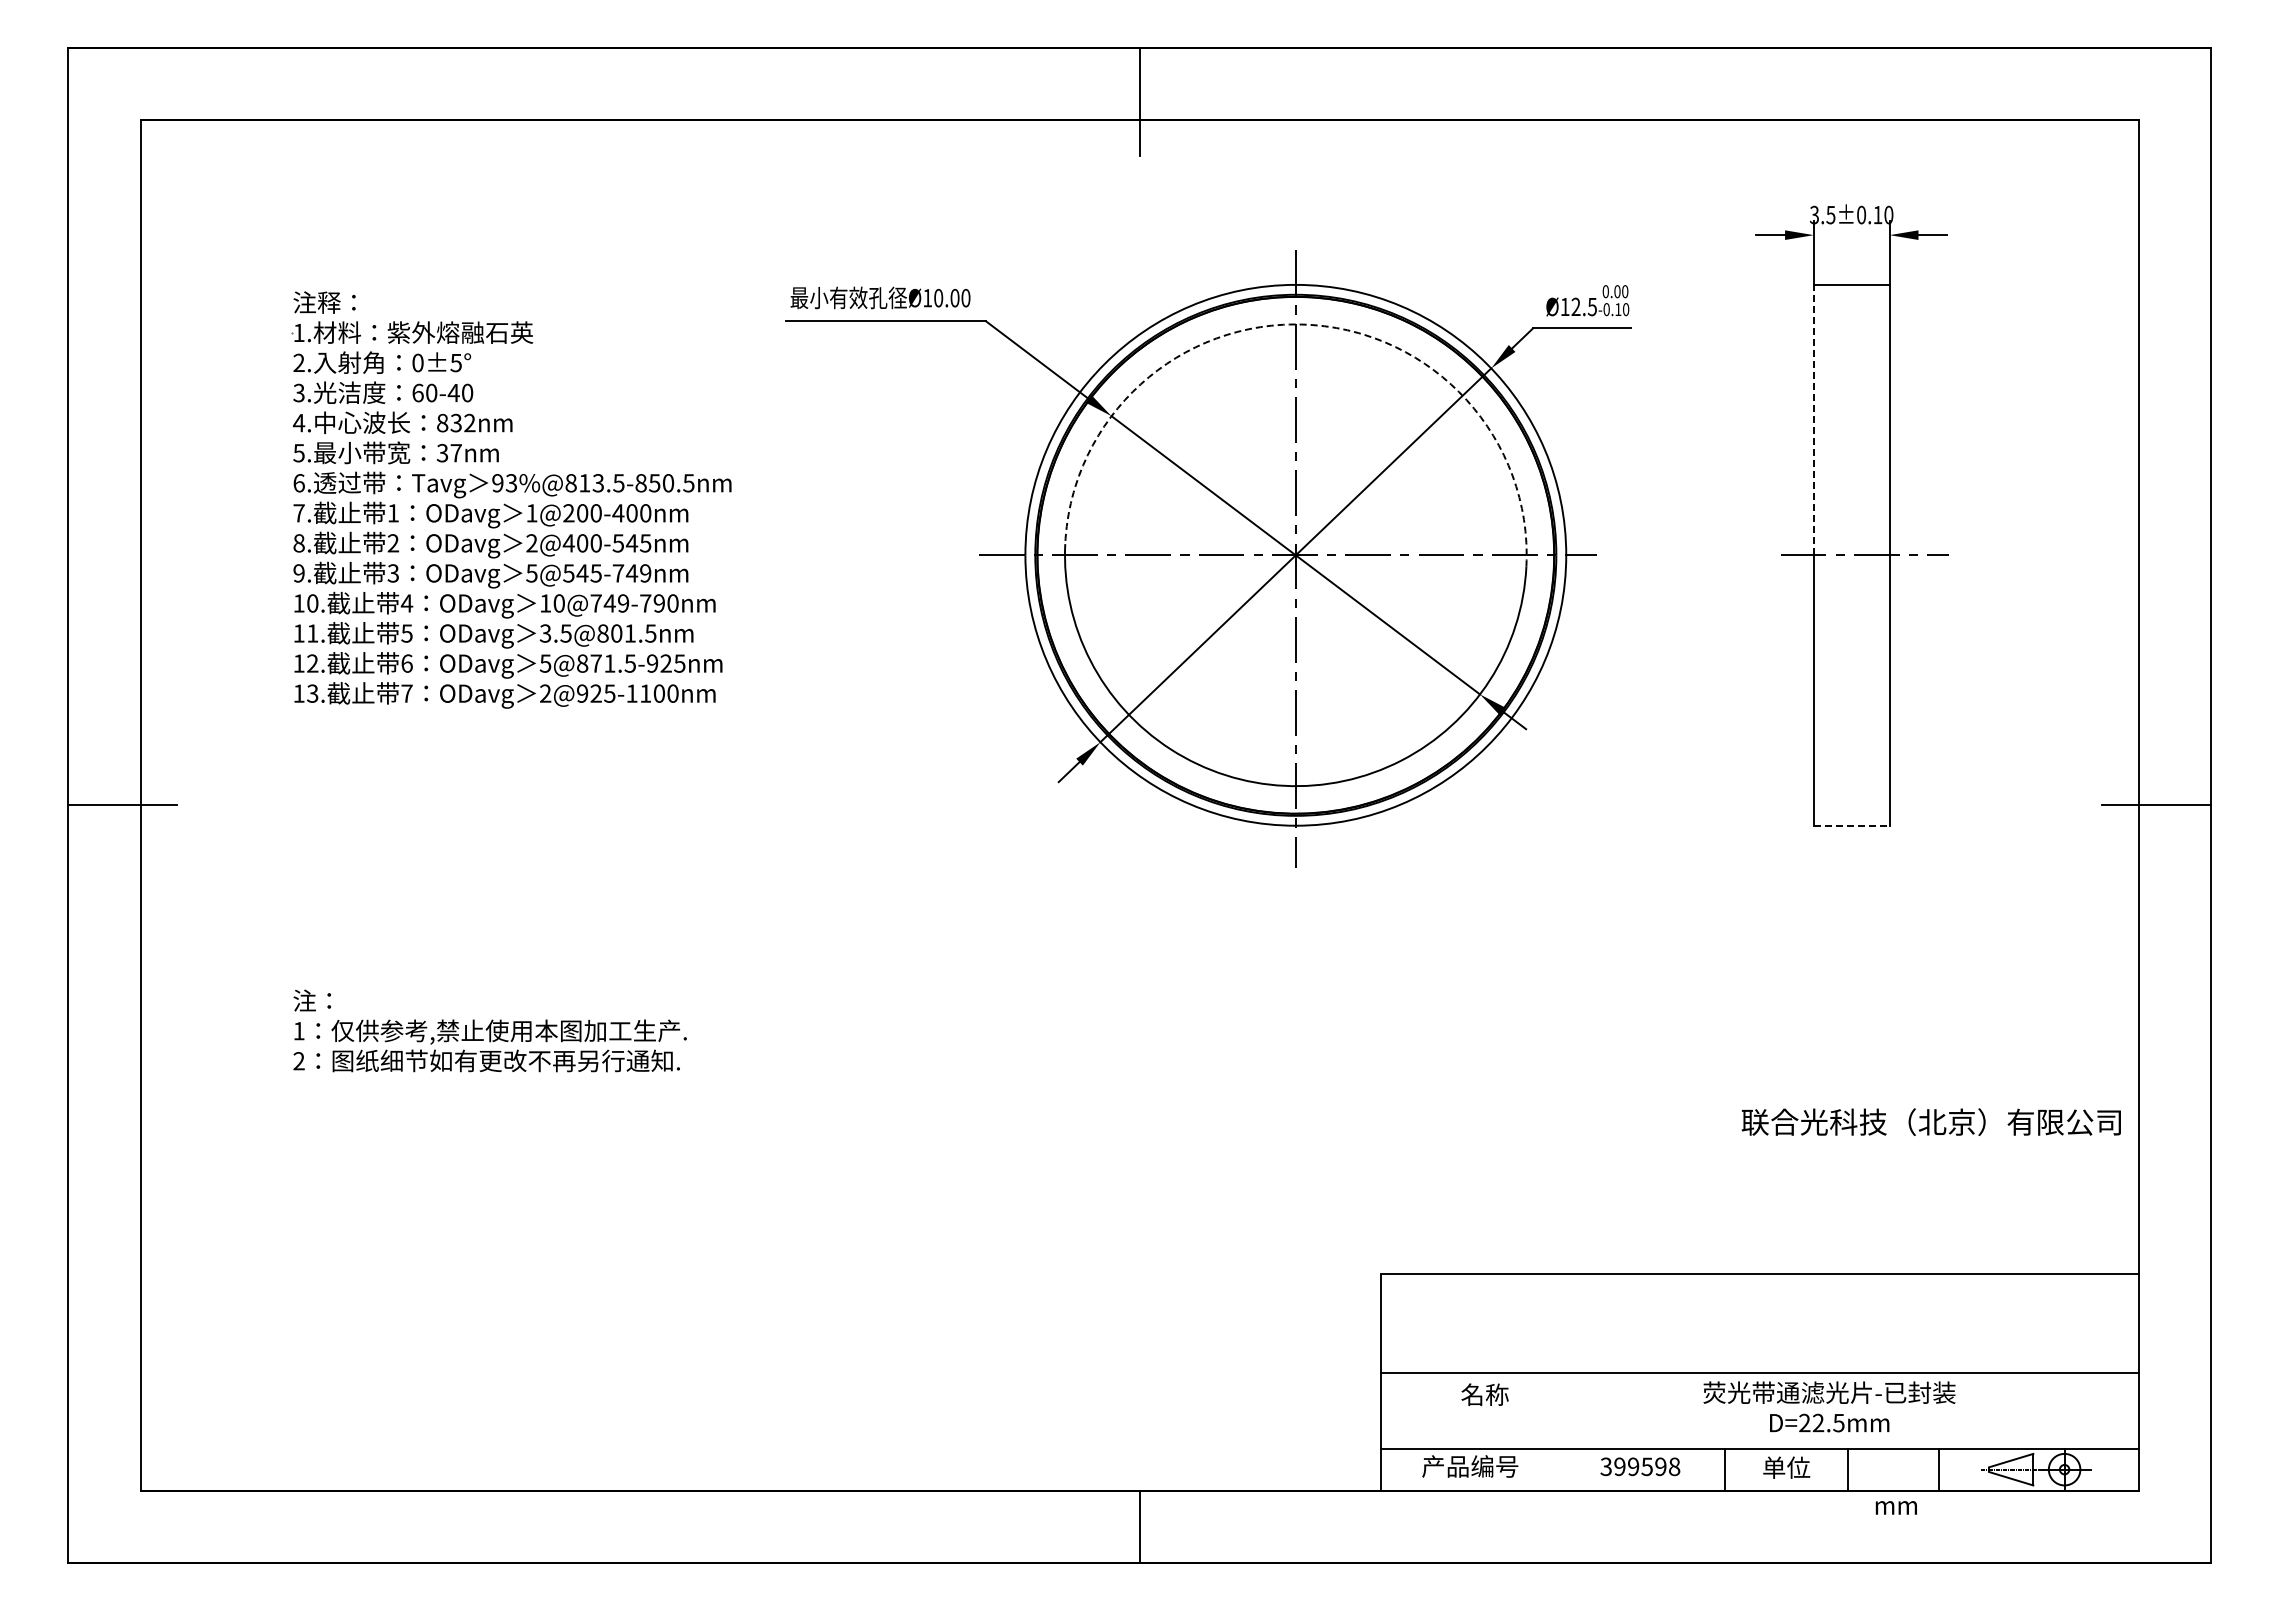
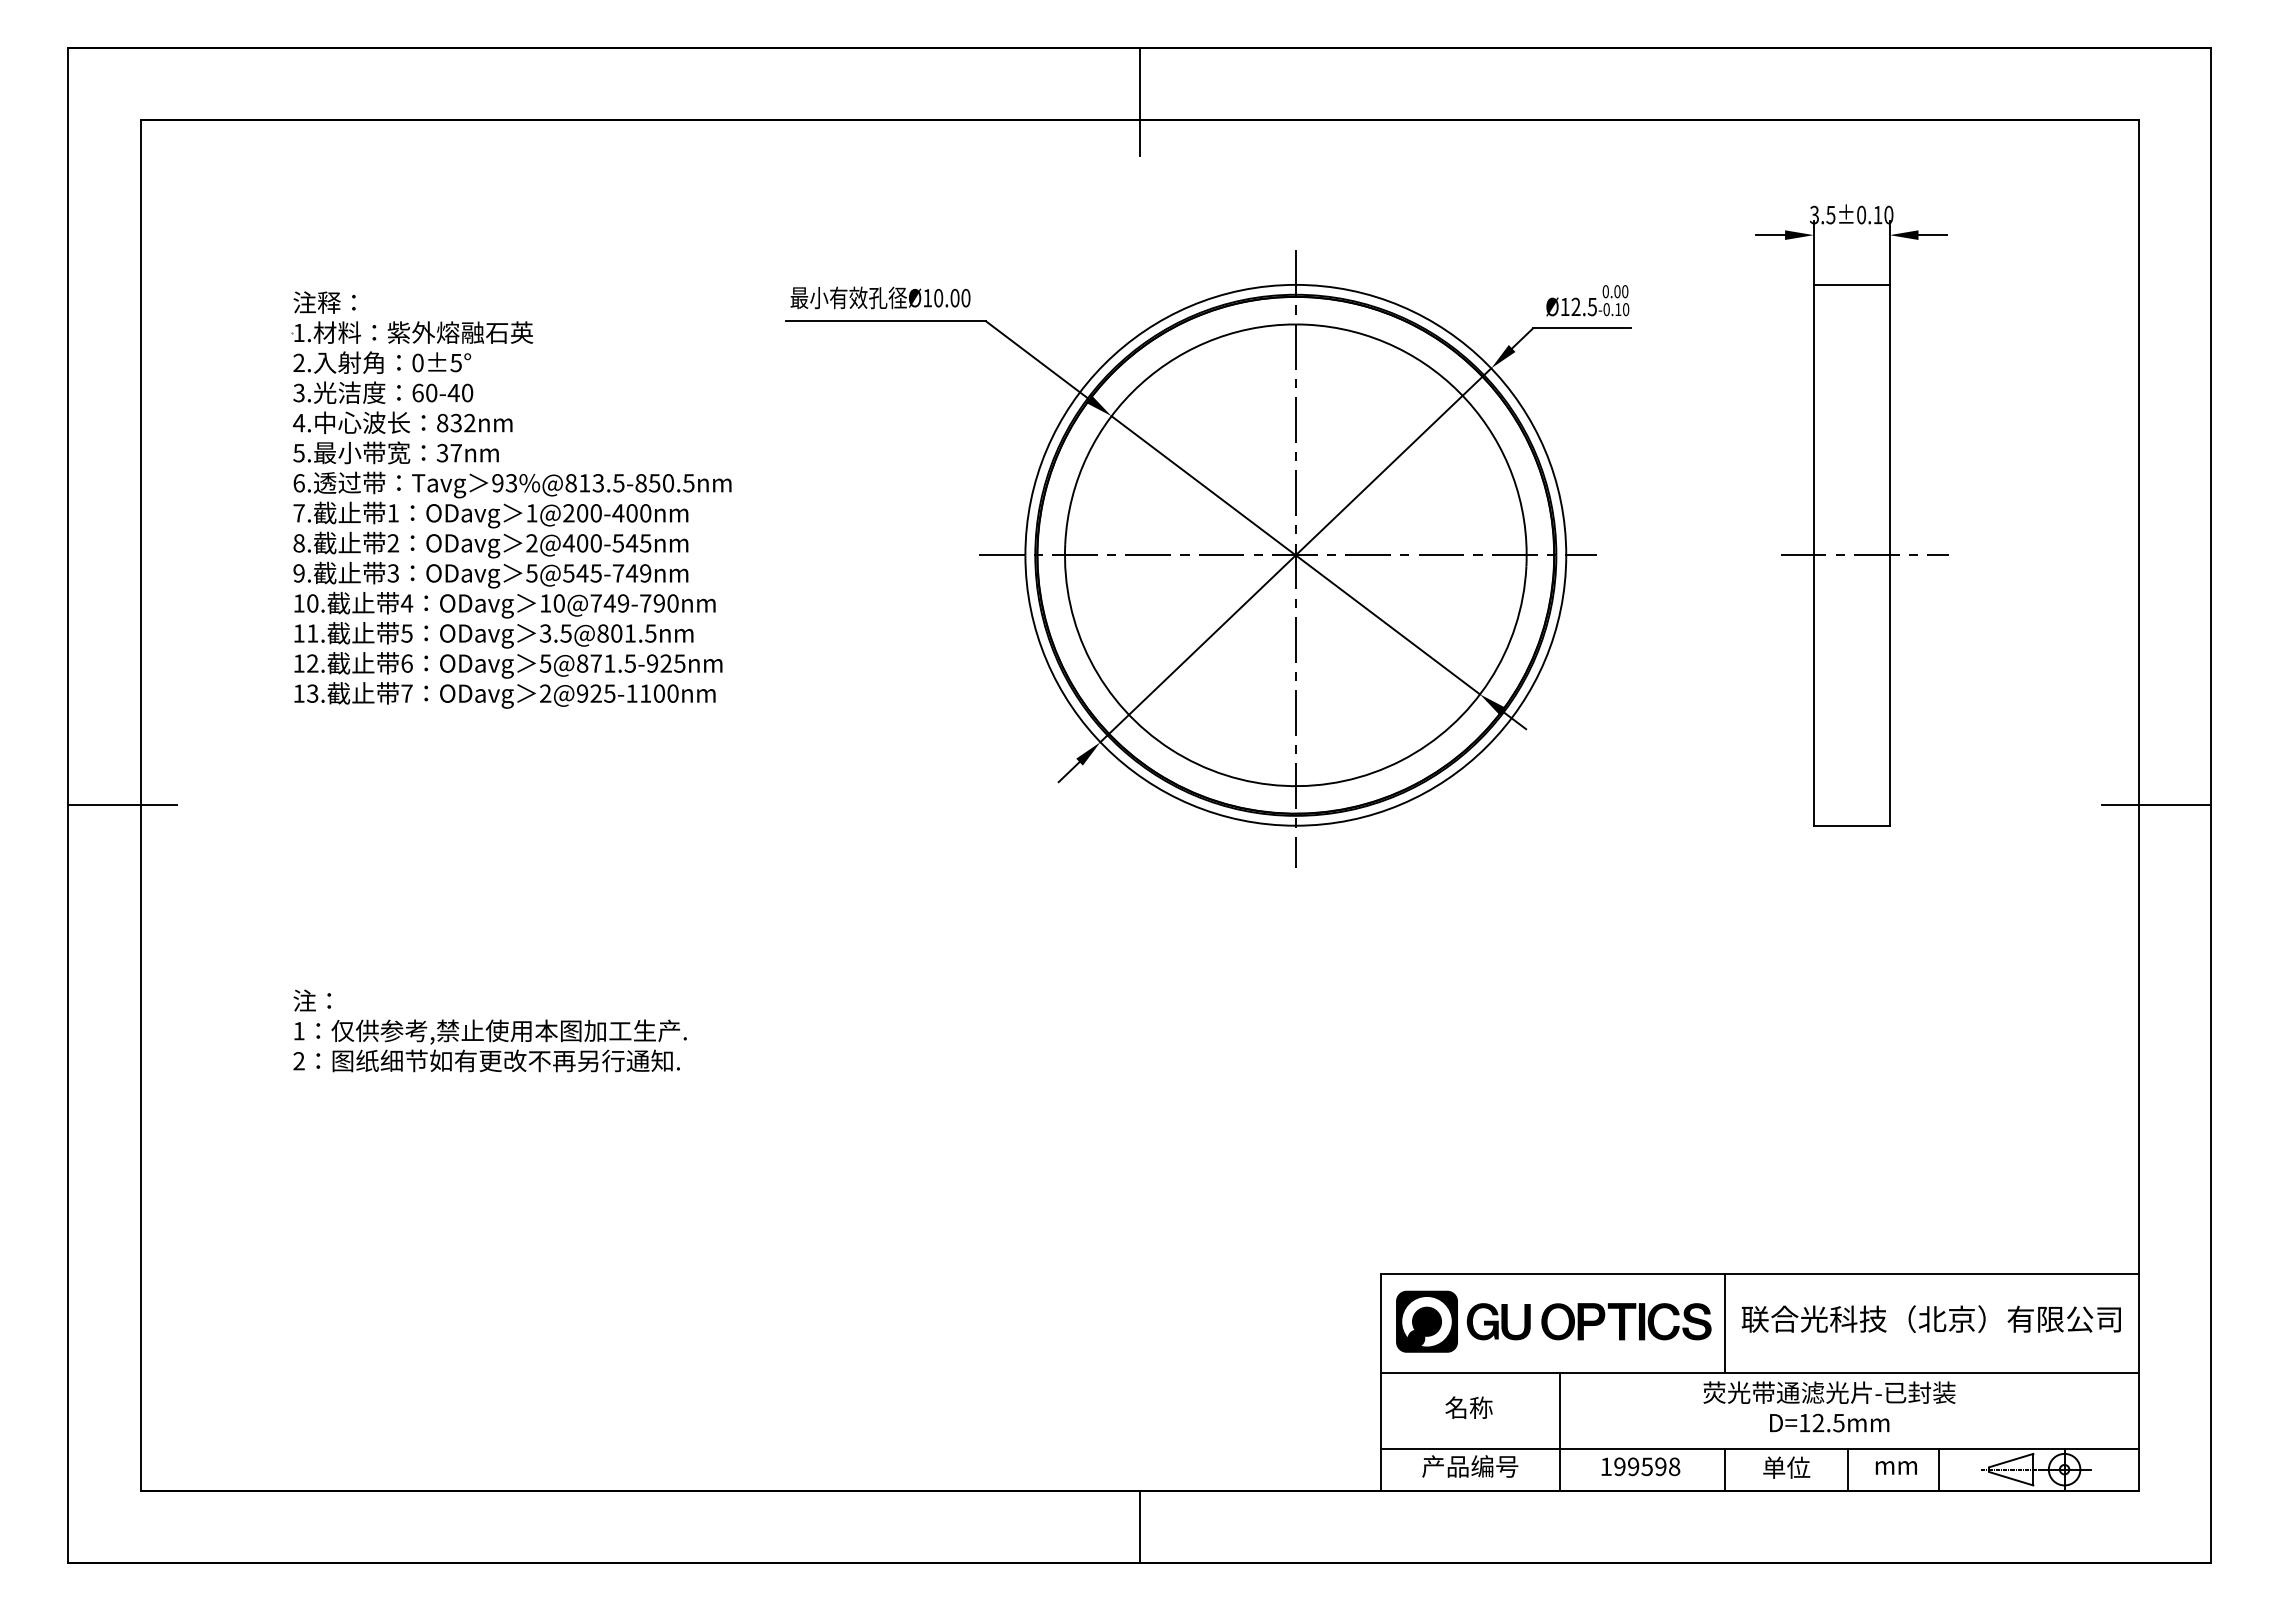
arc at (1307, 324): dashed -> solid
line at (1813, 419): dashed -> solid
line at (1851, 825): dashed -> solid
text at (1930, 1121) position: (1930, 1121) -> (1930, 1318)
part at (1553, 1321): none -> present
line at (1724, 1323): none -> present
text at (1484, 1394) position: (1484, 1394) -> (1468, 1407)
text at (1804, 1422): D=22.5mm -> D=12.5mm
line at (1559, 1431): none -> present
text at (1605, 1466): 399598 -> 199598
text at (1895, 1507) position: (1895, 1507) -> (1895, 1467)
